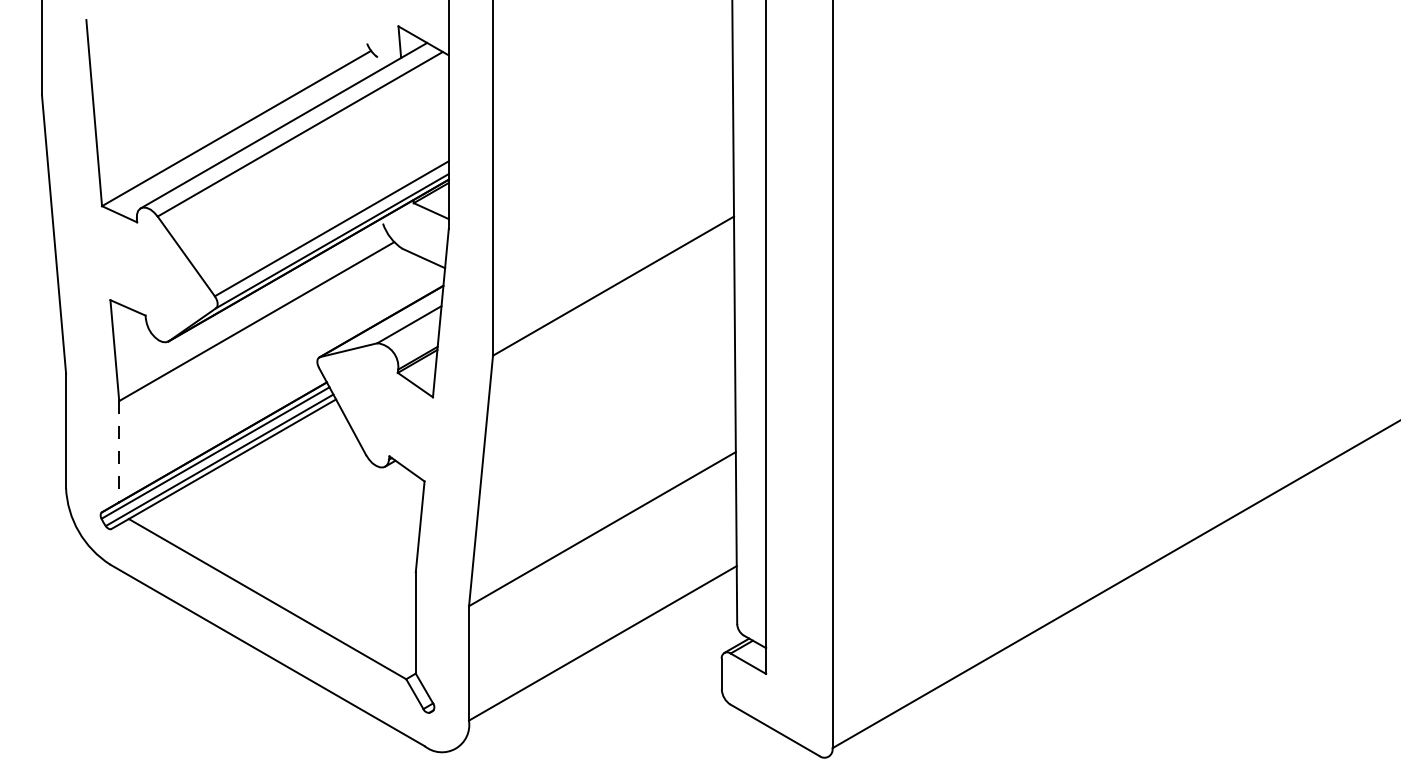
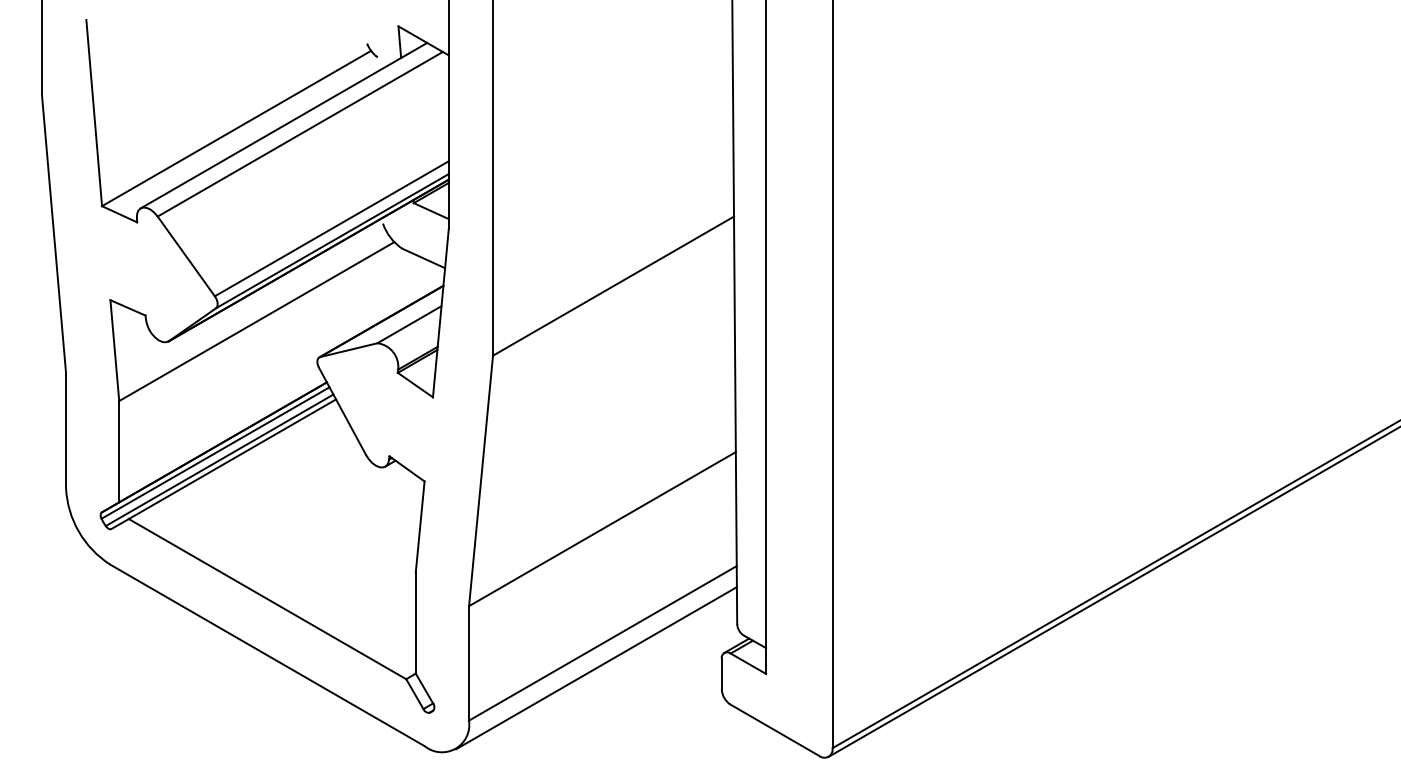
line at (119, 451): dashed -> solid
line at (1112, 592): none -> present
line at (596, 668): none -> present
